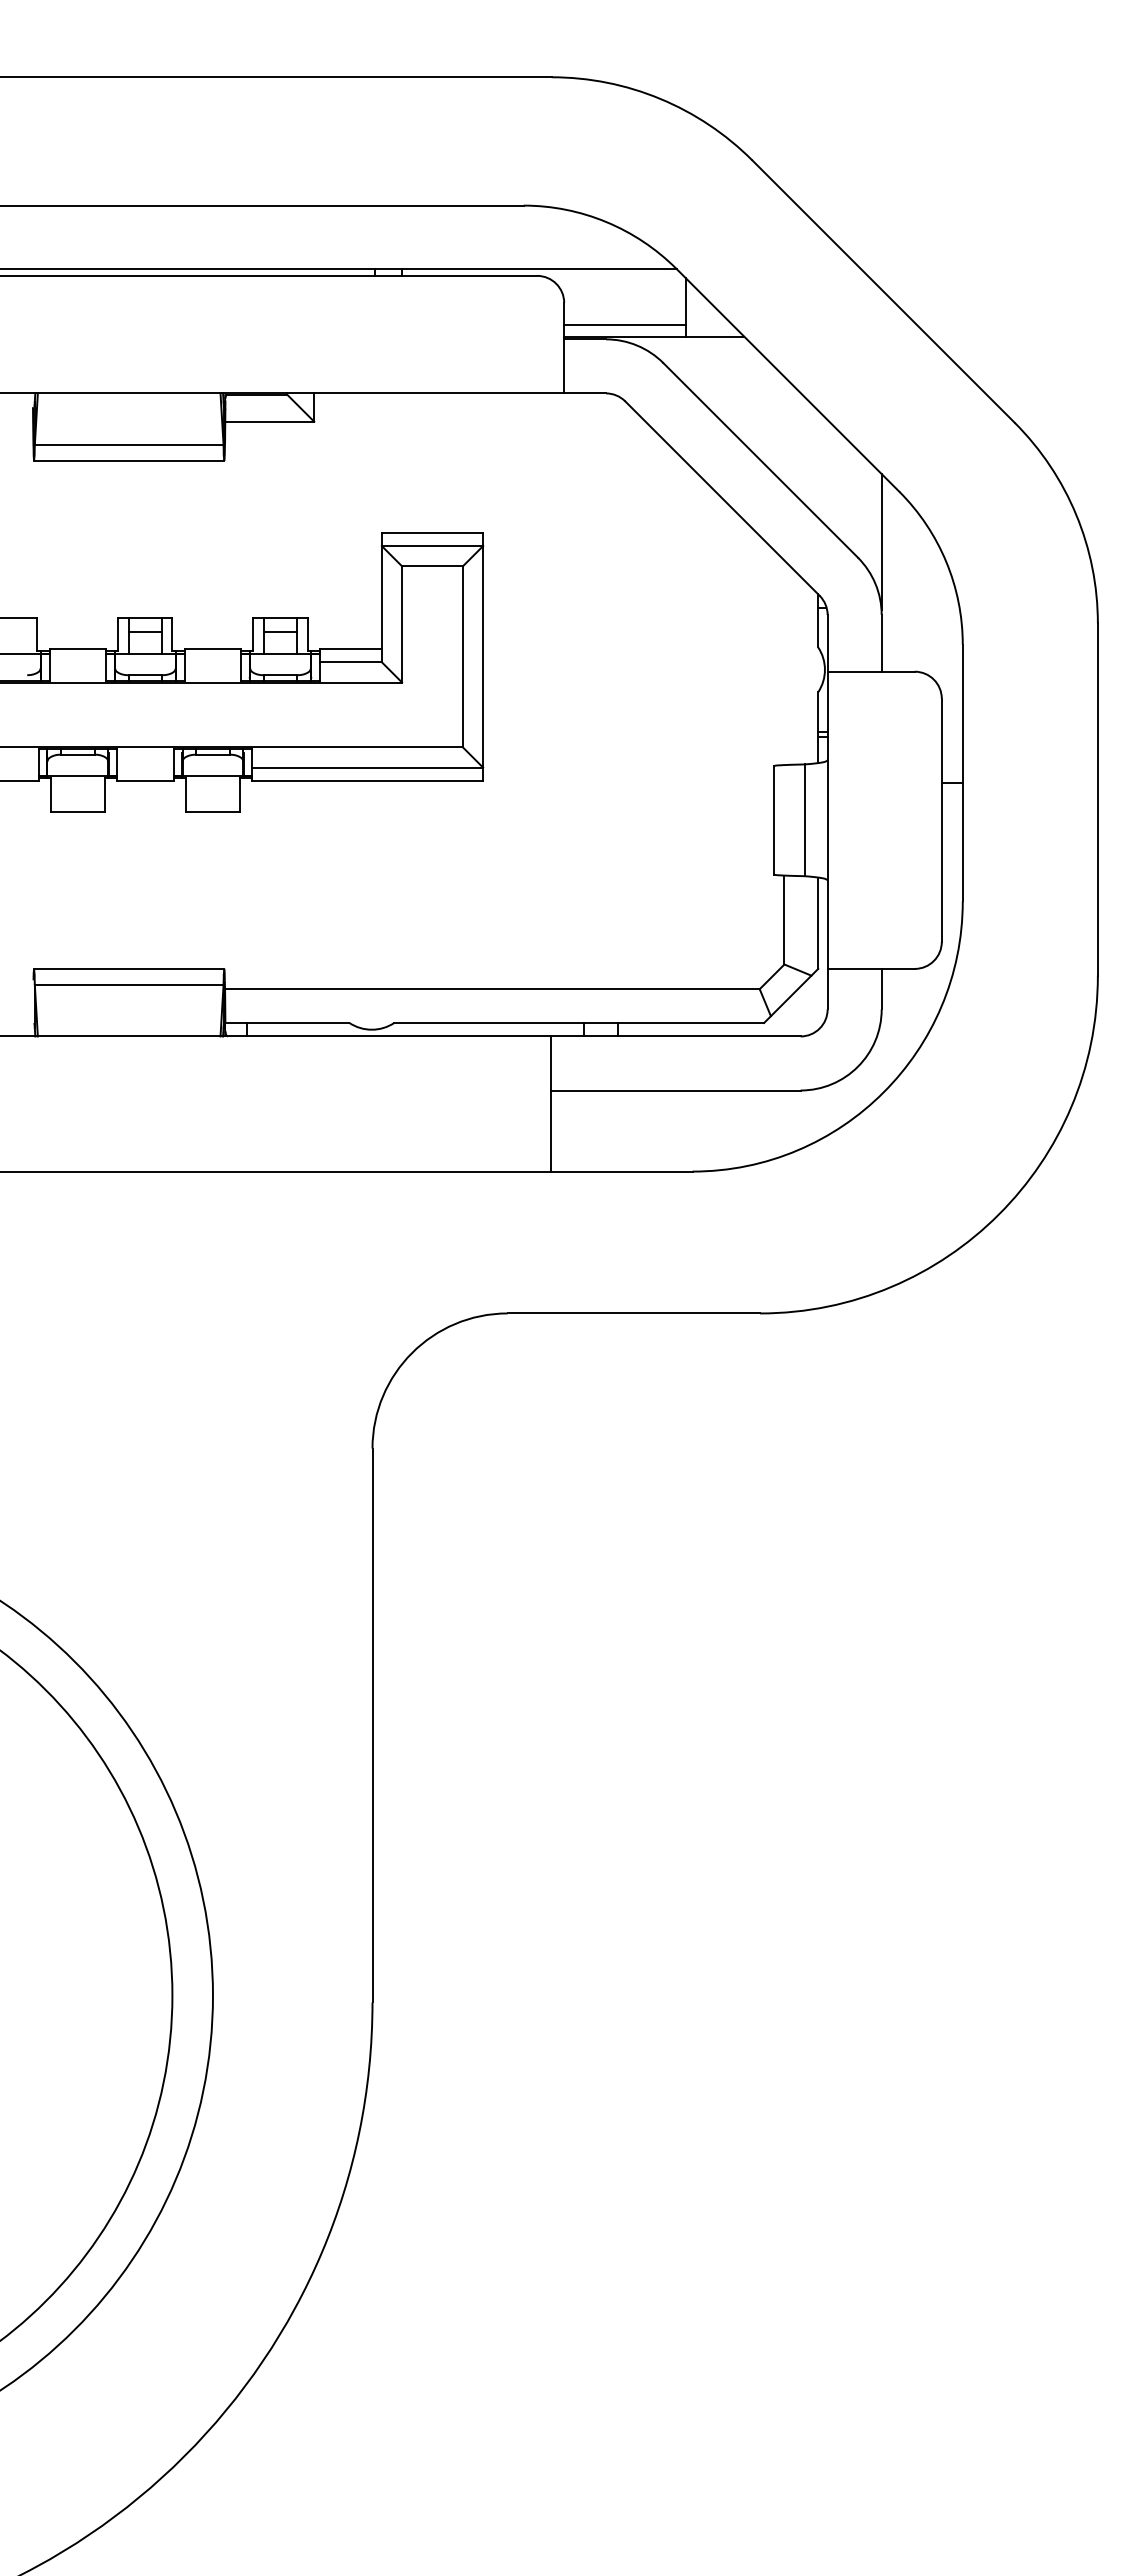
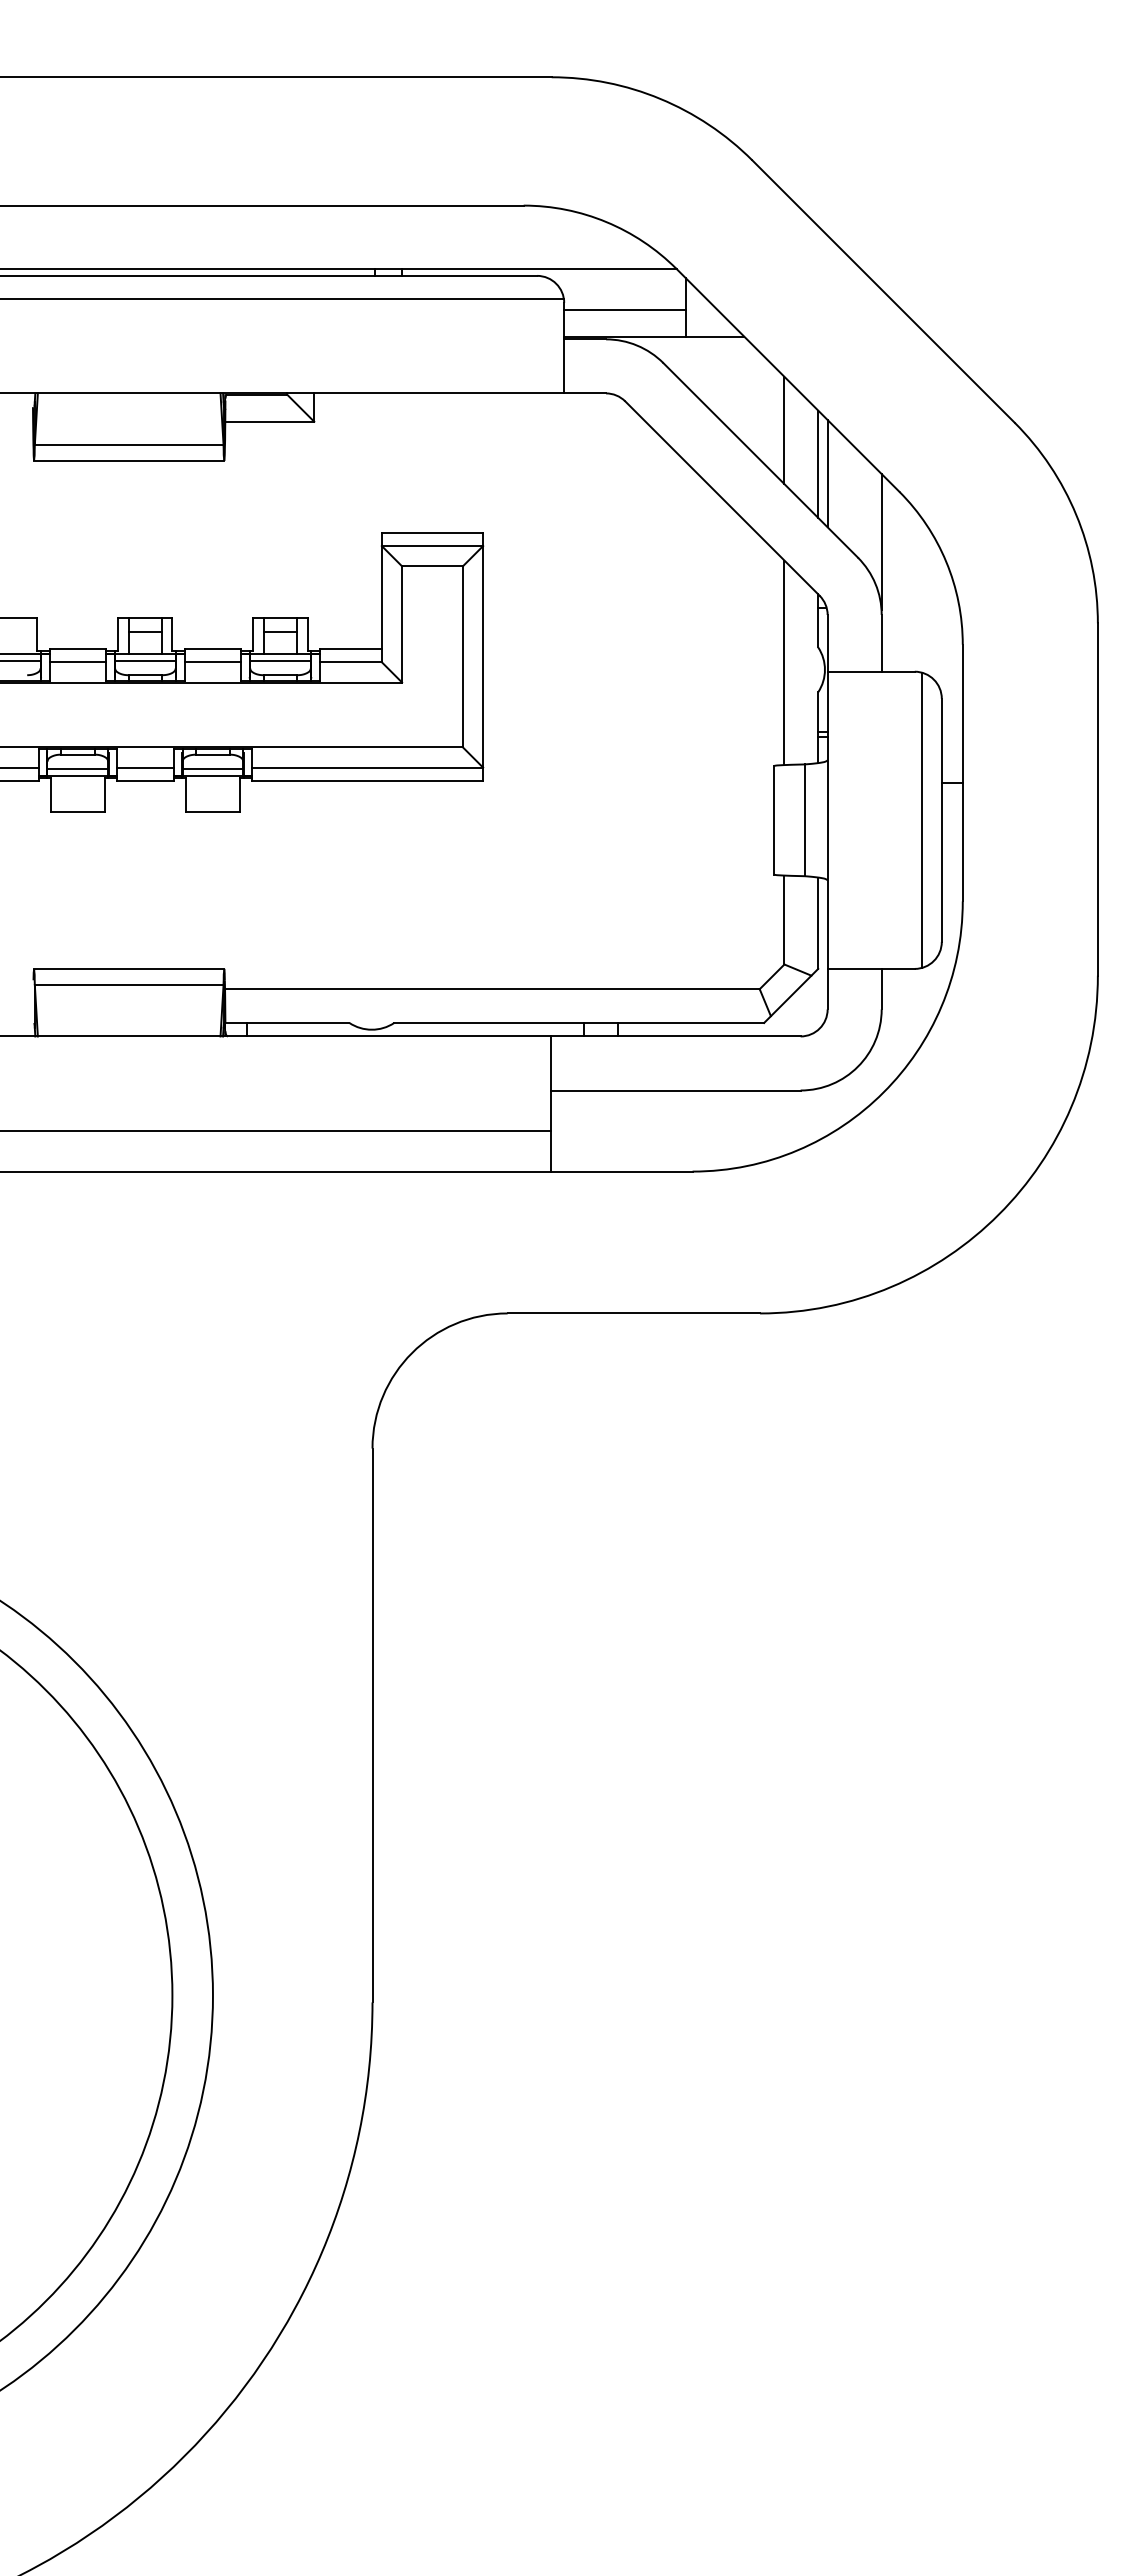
line at (282, 298): none -> present
line at (624, 324) position: (624, 324) -> (624, 309)
line at (784, 430): none -> present
line at (818, 463): none -> present
line at (827, 473): none -> present
line at (21, 661): none -> present
line at (145, 661): none -> present
line at (280, 661): none -> present
line at (77, 662): none -> present
line at (212, 662): none -> present
line at (784, 662): none -> present
line at (20, 767): none -> present
line at (145, 767): none -> present
line at (77, 768): none -> present
line at (212, 768): none -> present
line at (922, 819): none -> present
line at (276, 1131): none -> present
